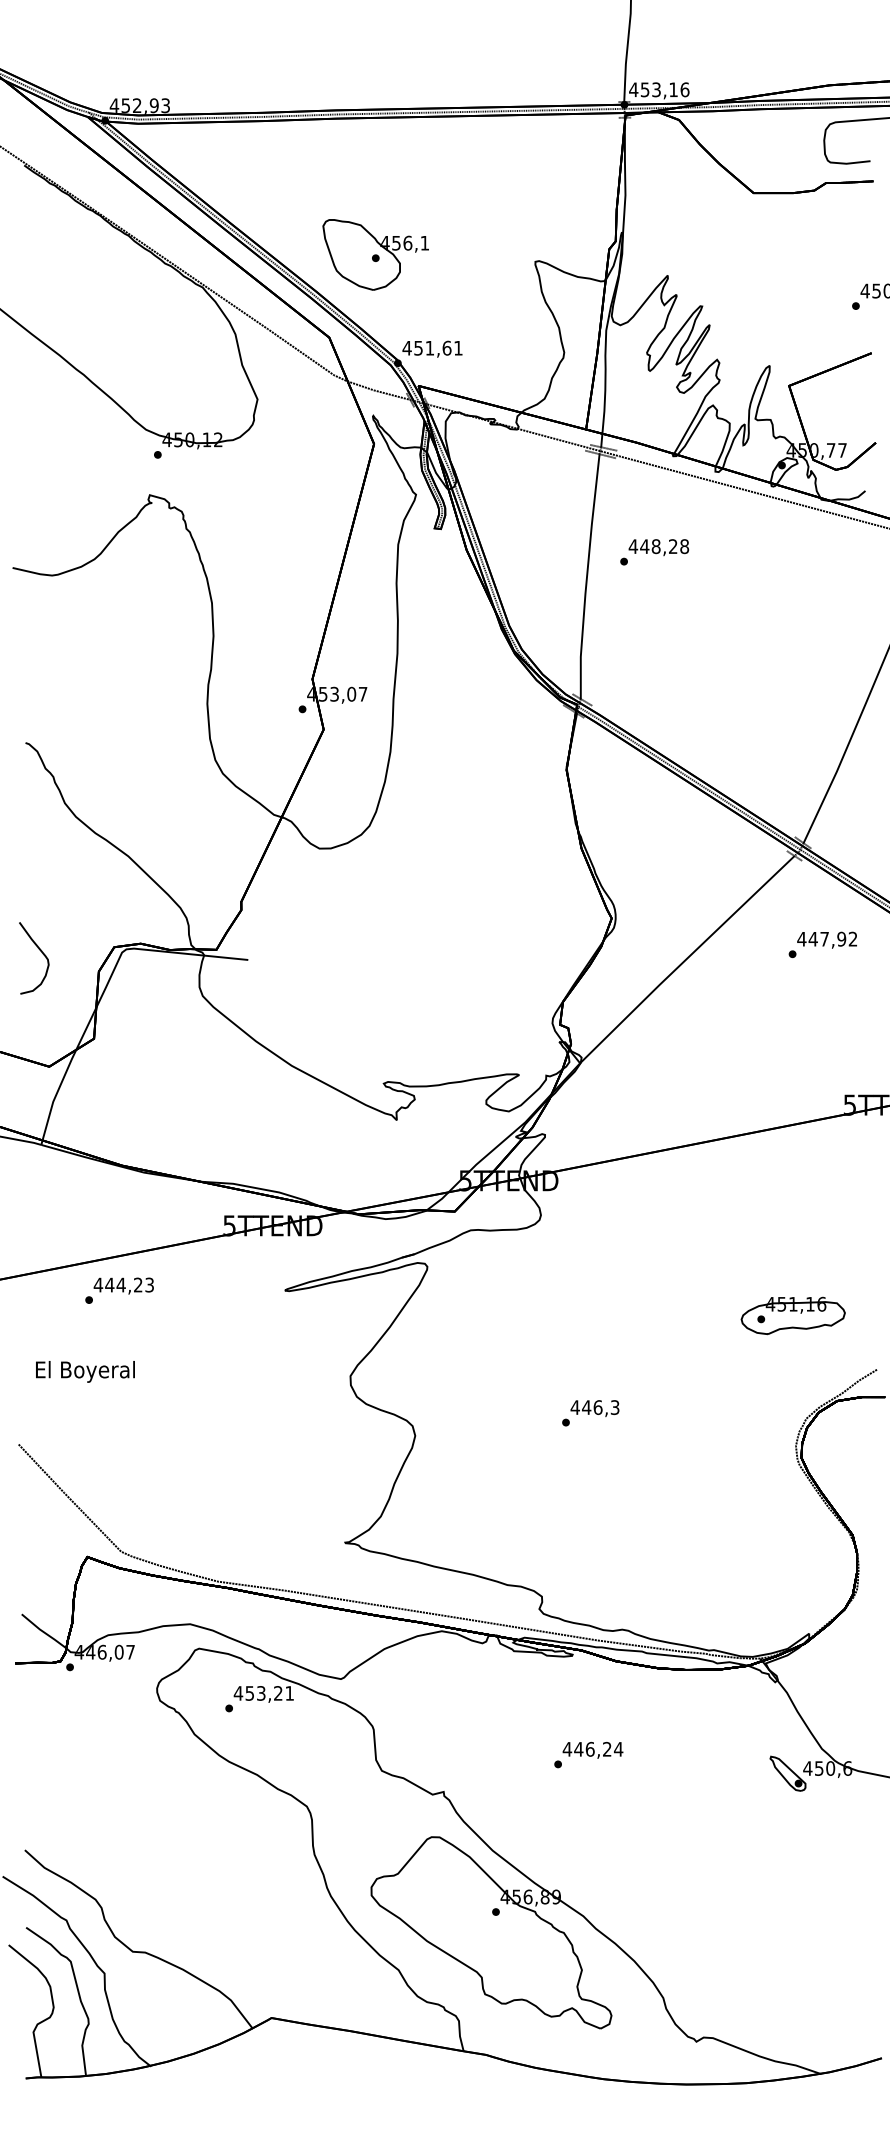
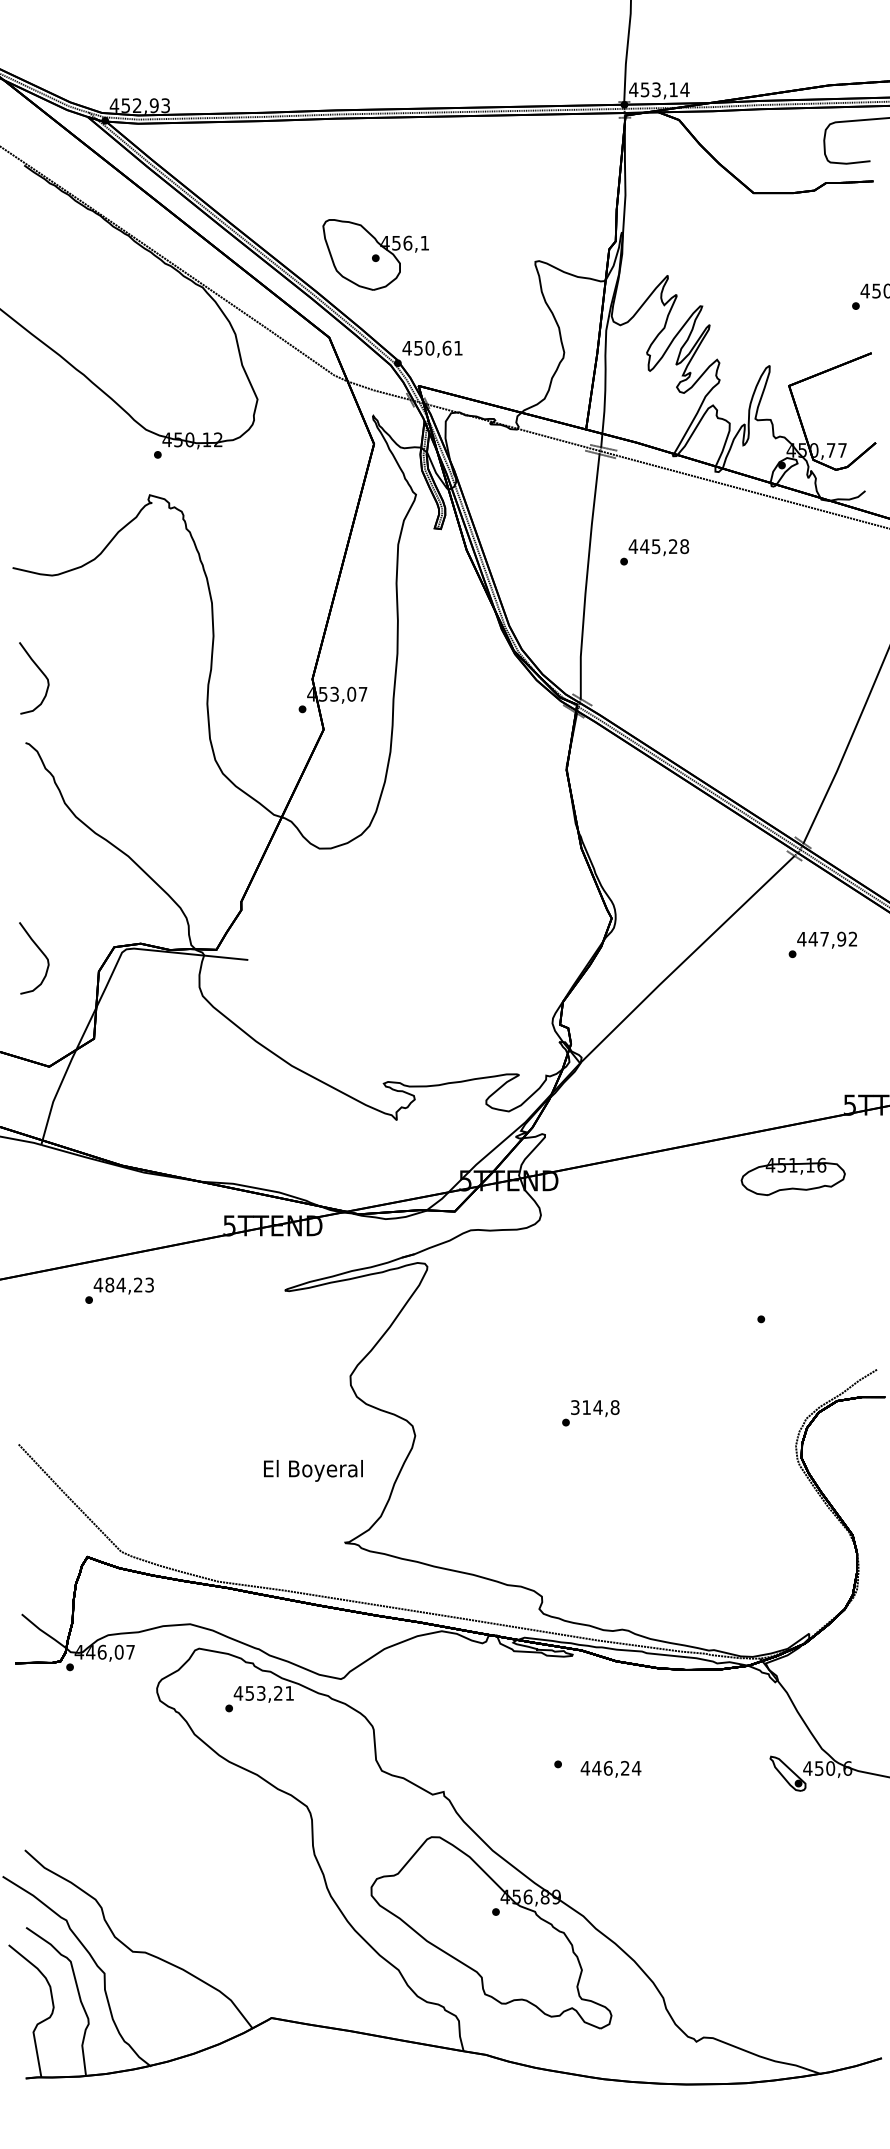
text at (684, 89): 453,16 -> 453,14
text at (429, 347): 451,61 -> 450,61
text at (655, 546): 448,28 -> 445,28
curve at (42, 674): none -> present
text at (109, 1284): 444,23 -> 484,23
part at (792, 1315) position: (792, 1315) -> (792, 1176)
text at (85, 1371) position: (85, 1371) -> (313, 1470)
text at (594, 1407): 446,3 -> 314,8
text at (592, 1750) position: (592, 1750) -> (610, 1769)
